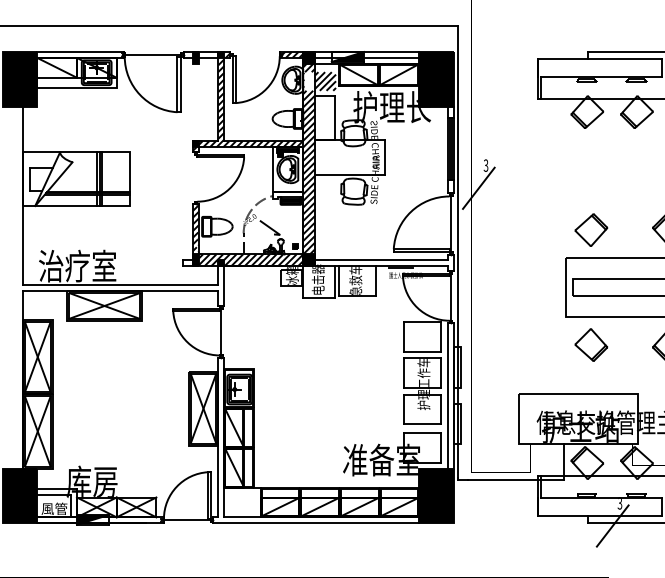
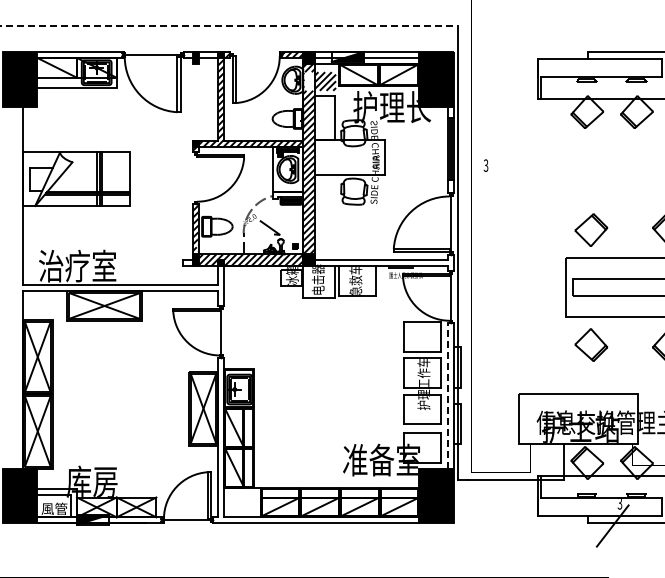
line at (229, 26): solid -> dashed
line at (478, 187): present -> none
line at (448, 396): solid -> dashed
